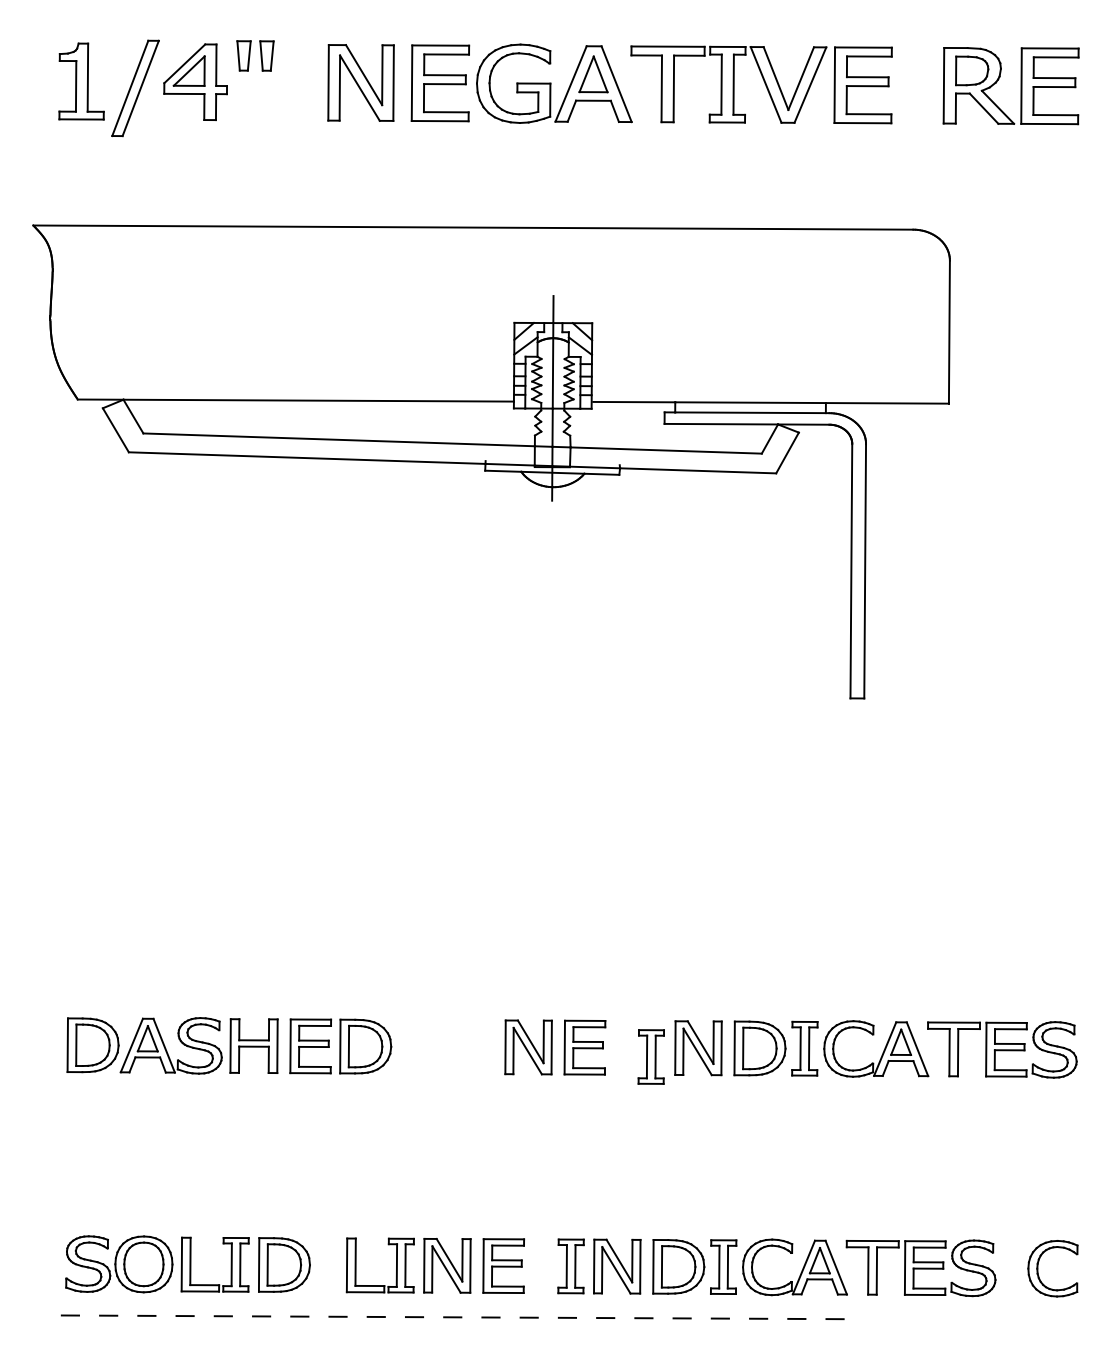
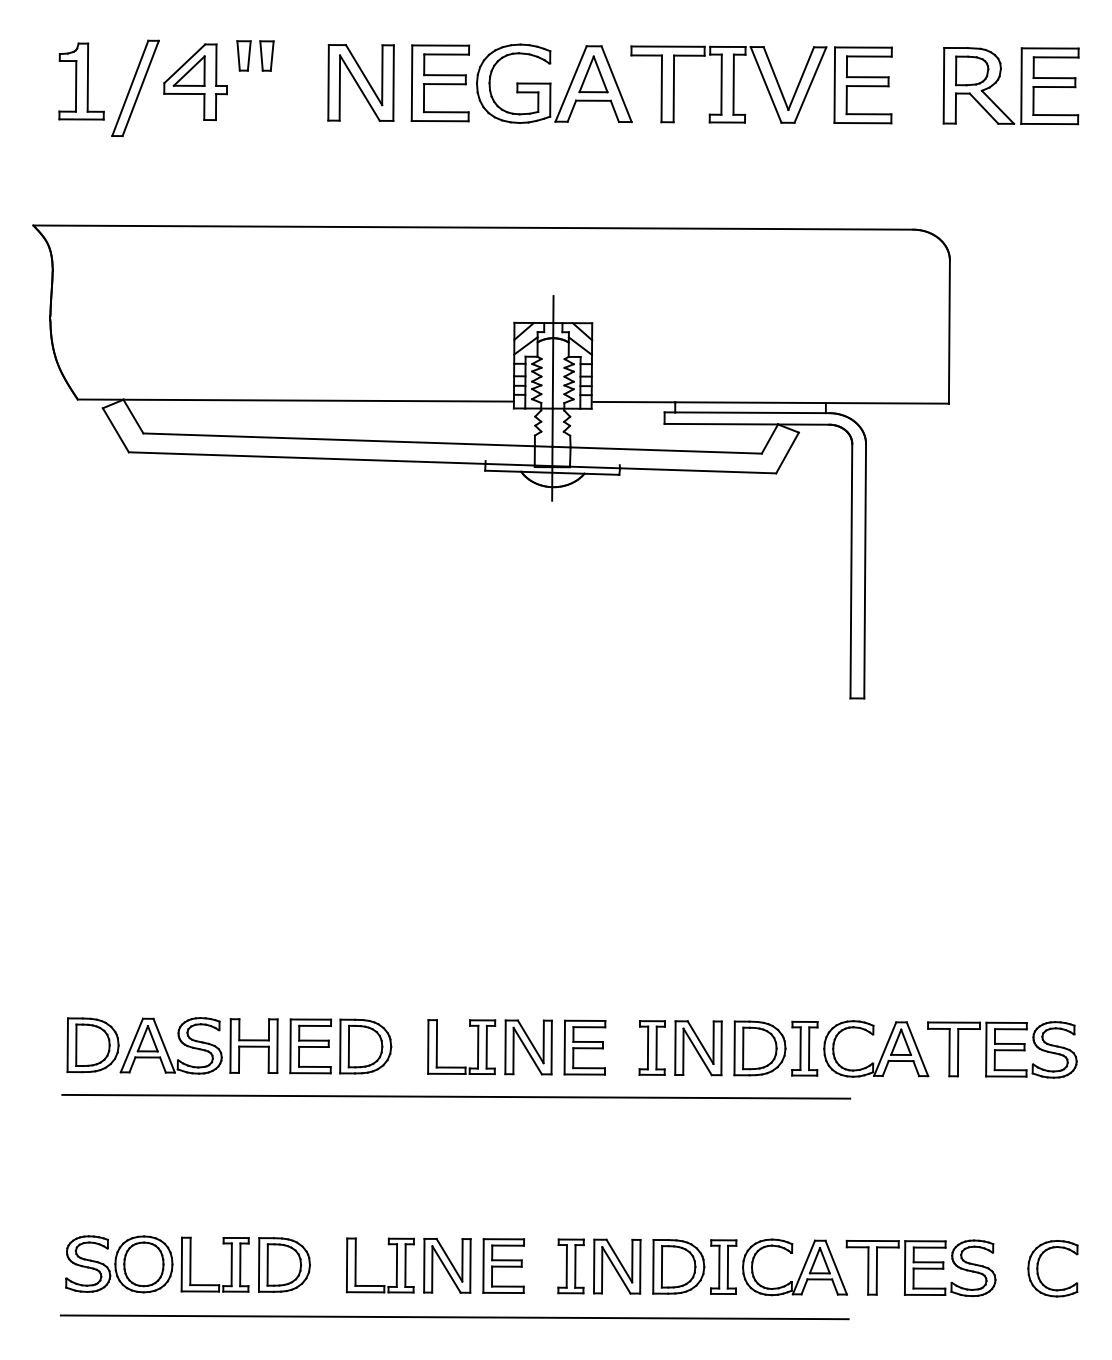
part at (477, 1047): none -> present
part at (650, 1056) position: (650, 1056) -> (651, 1047)
line at (456, 1096): none -> present
line at (454, 1317): dashed -> solid
